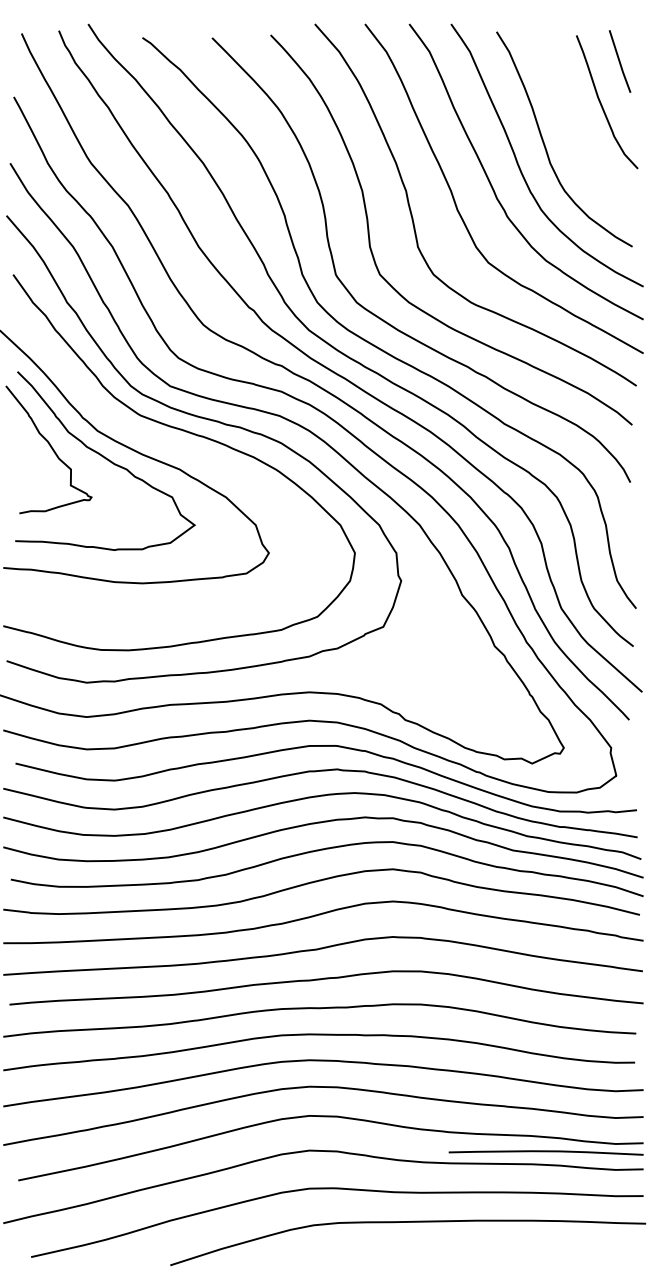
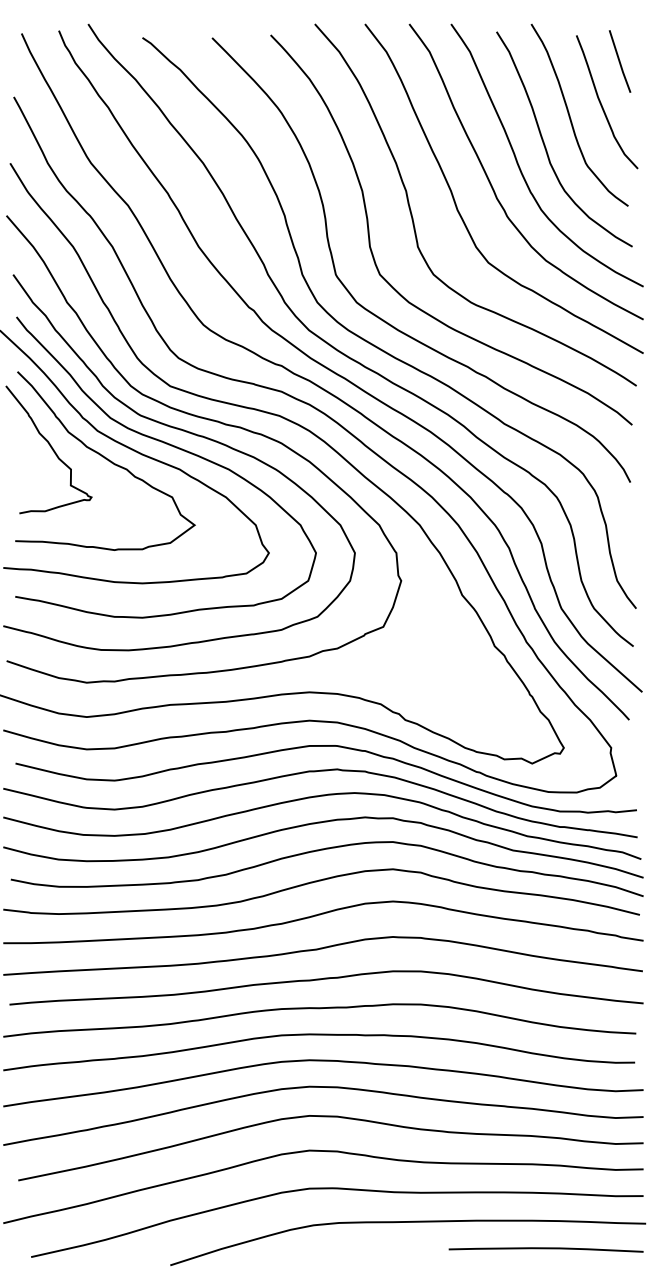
curve at (571, 118): none -> present
curve at (173, 447): none -> present
curve at (545, 1152) position: (545, 1152) -> (545, 1249)
